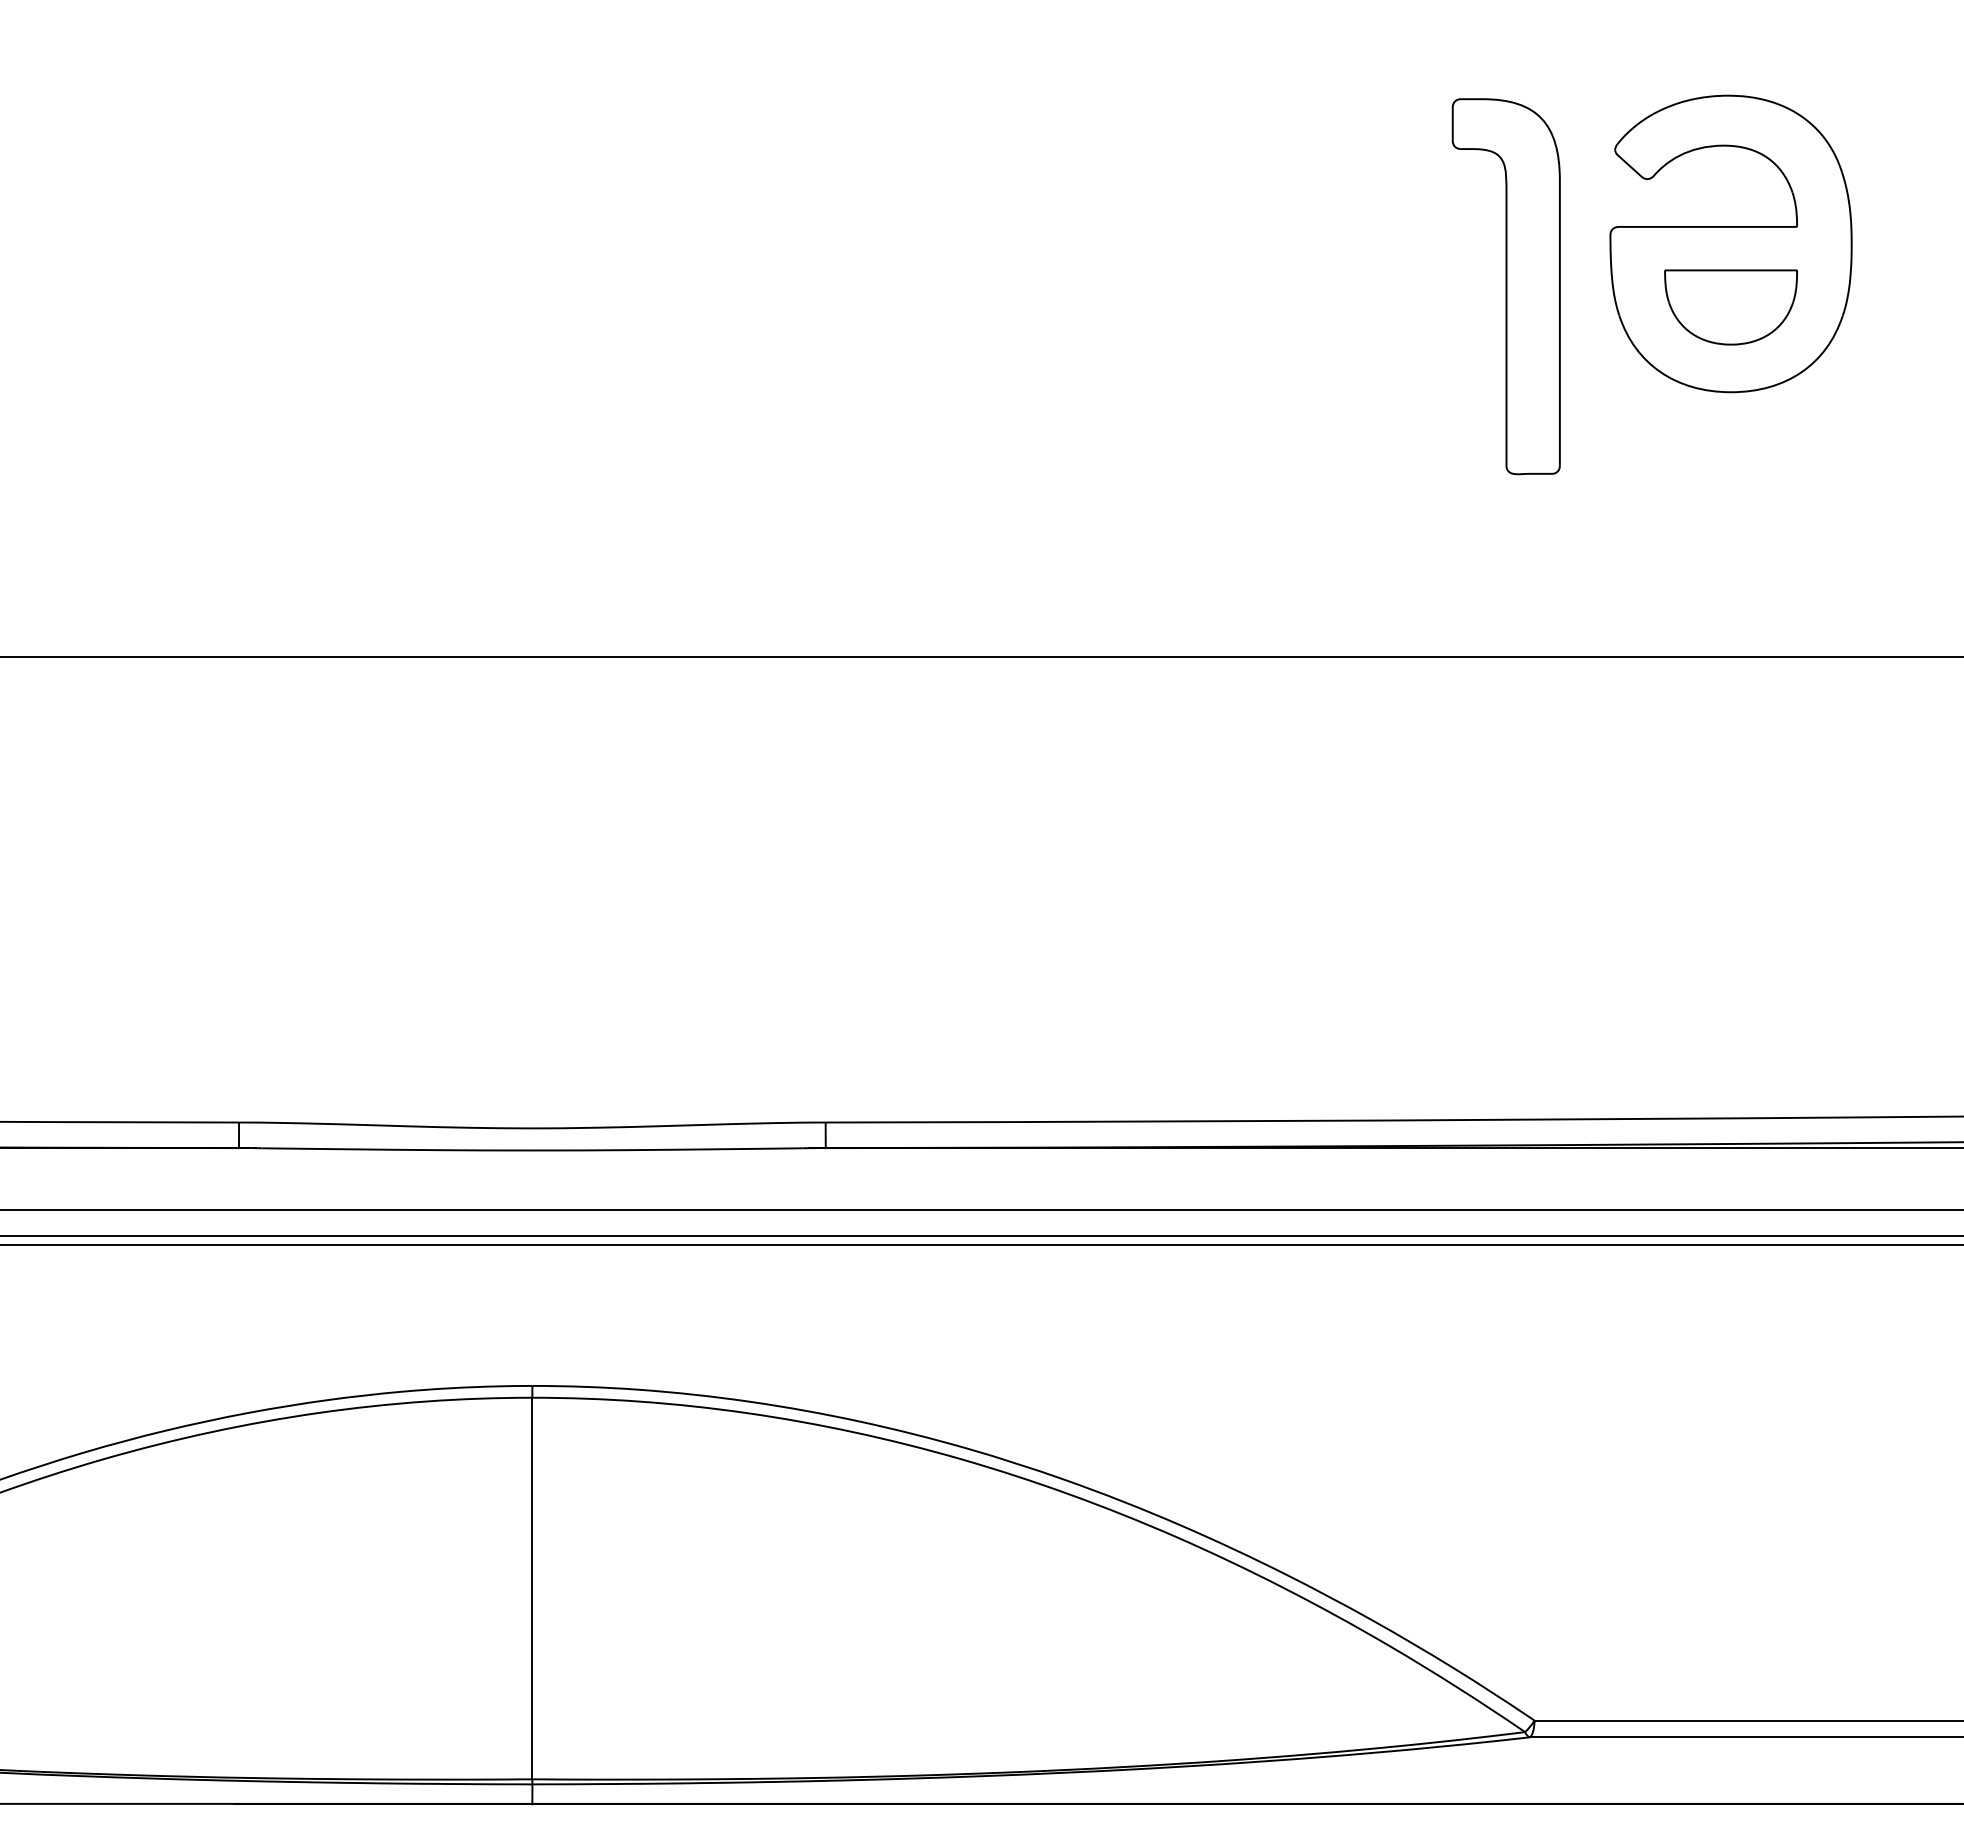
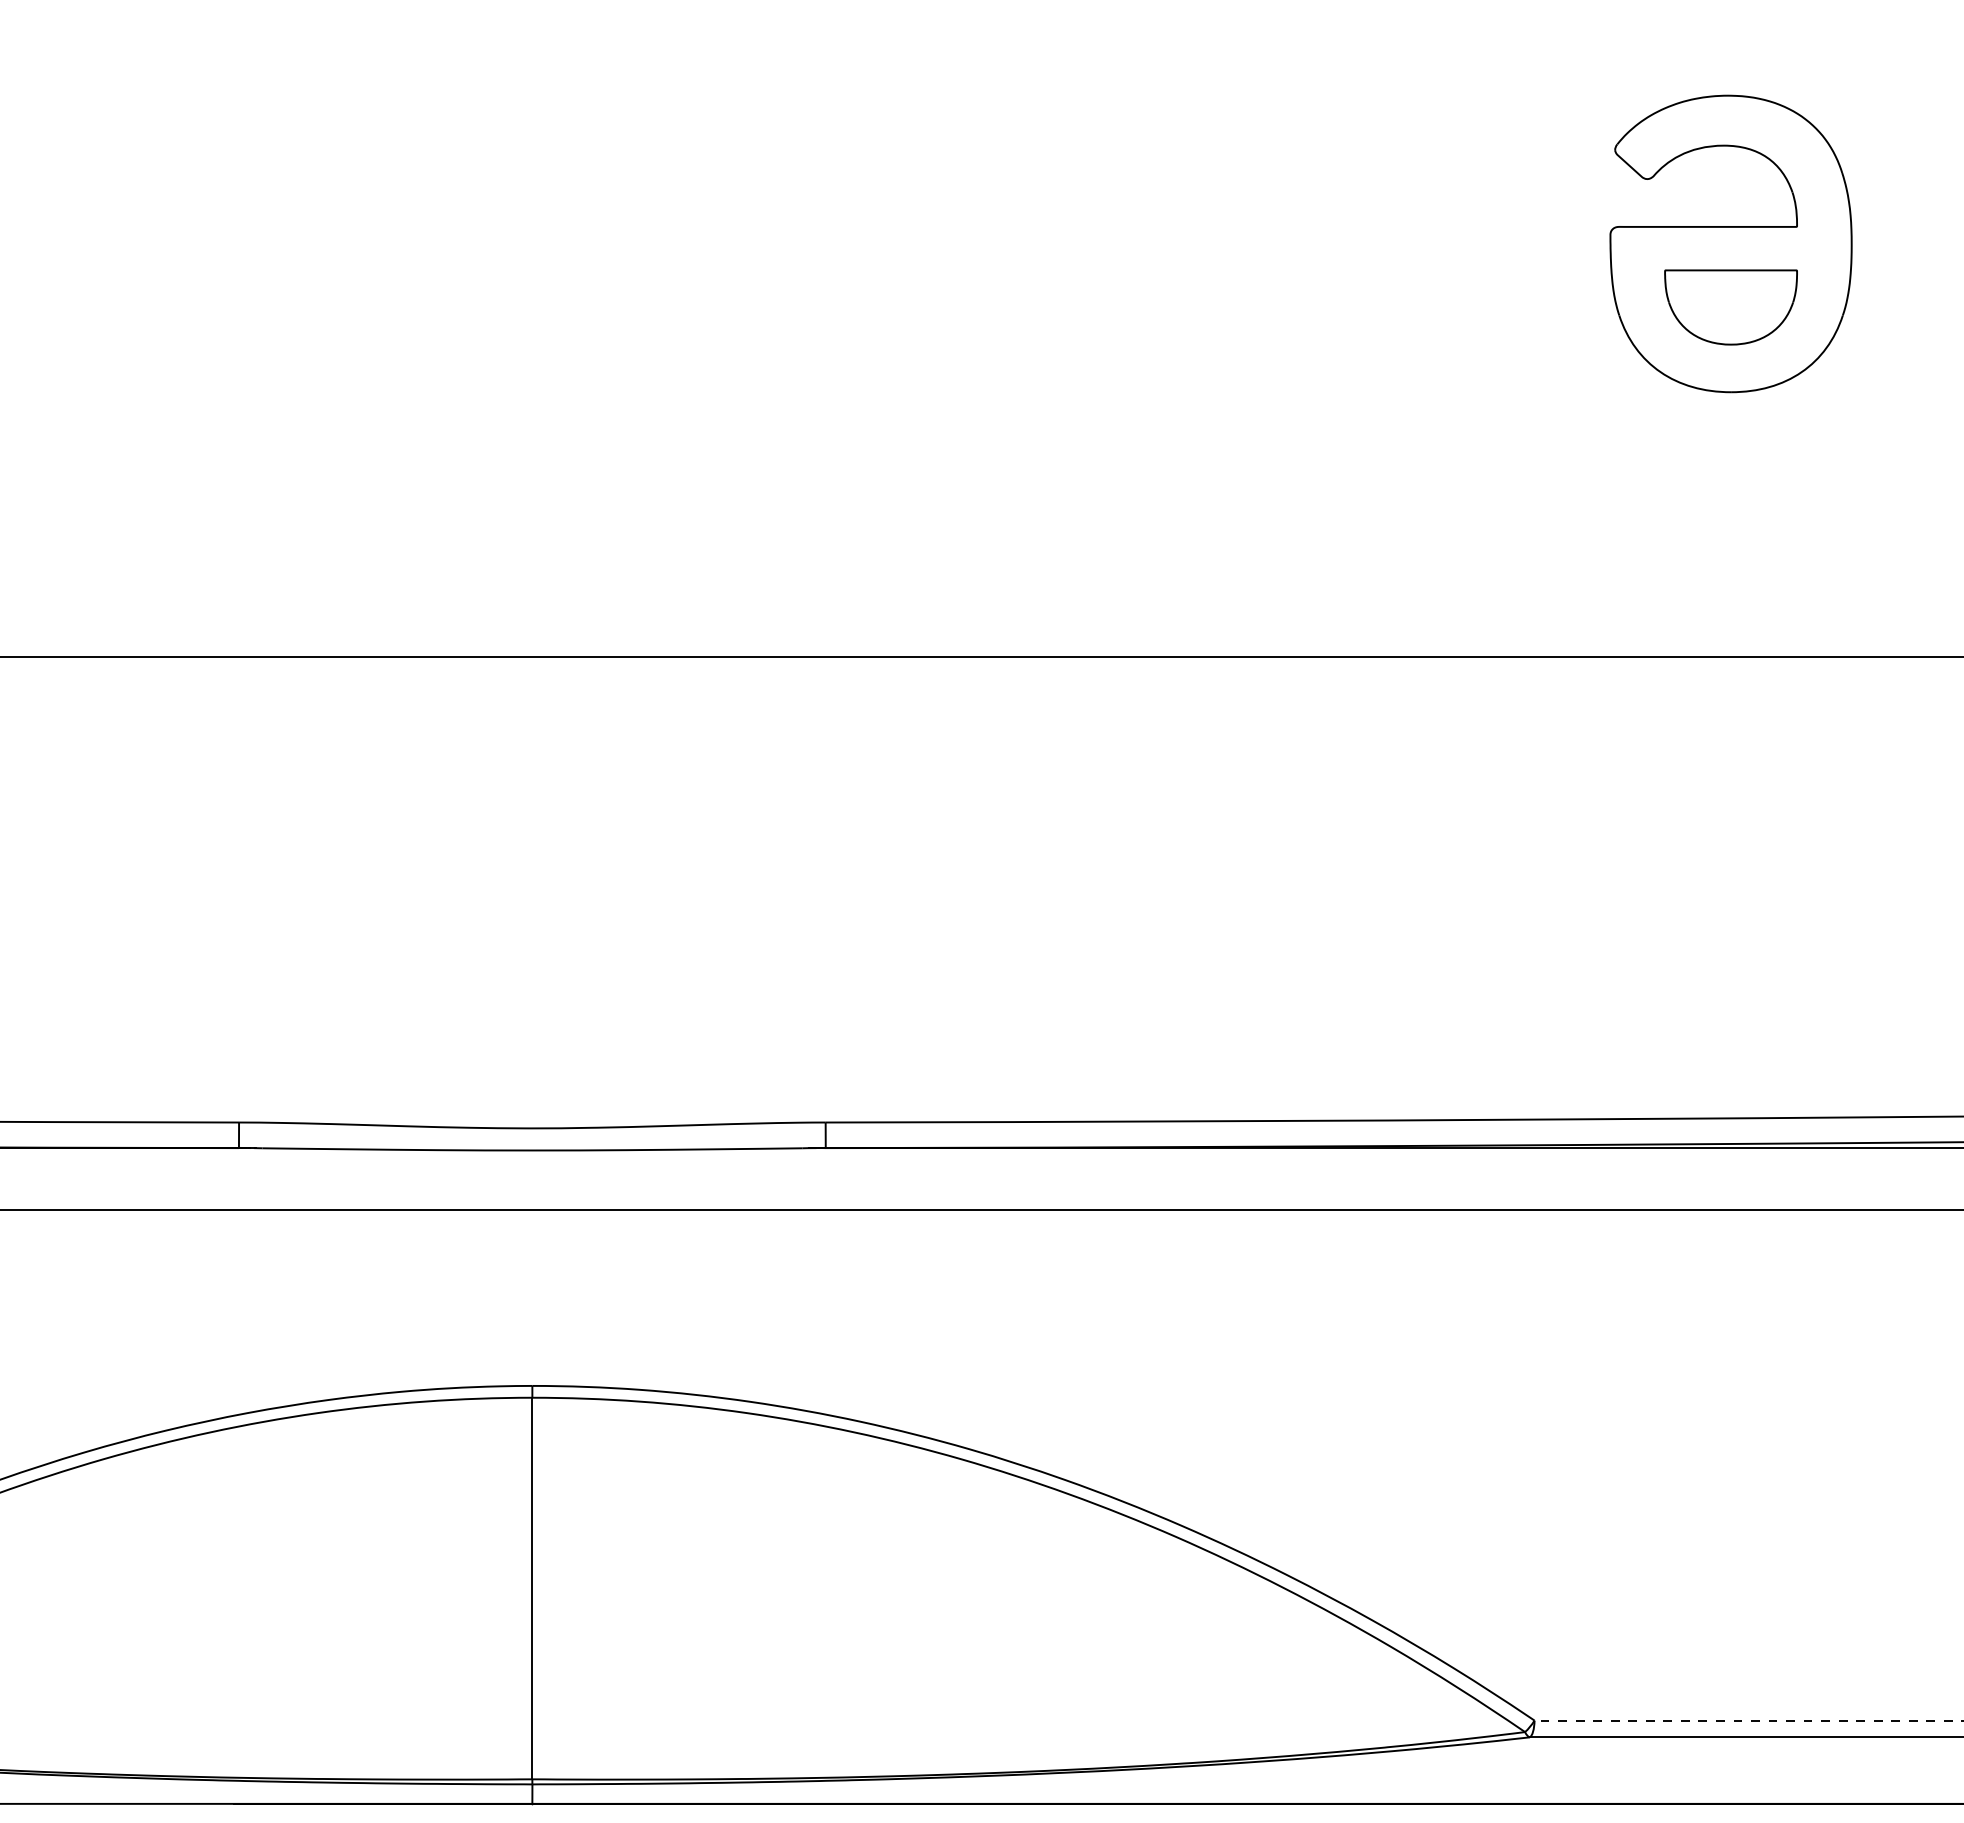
part at (1505, 286): present -> none
line at (981, 1235): present -> none
line at (981, 1244): present -> none
line at (1748, 1720): solid -> dashed
